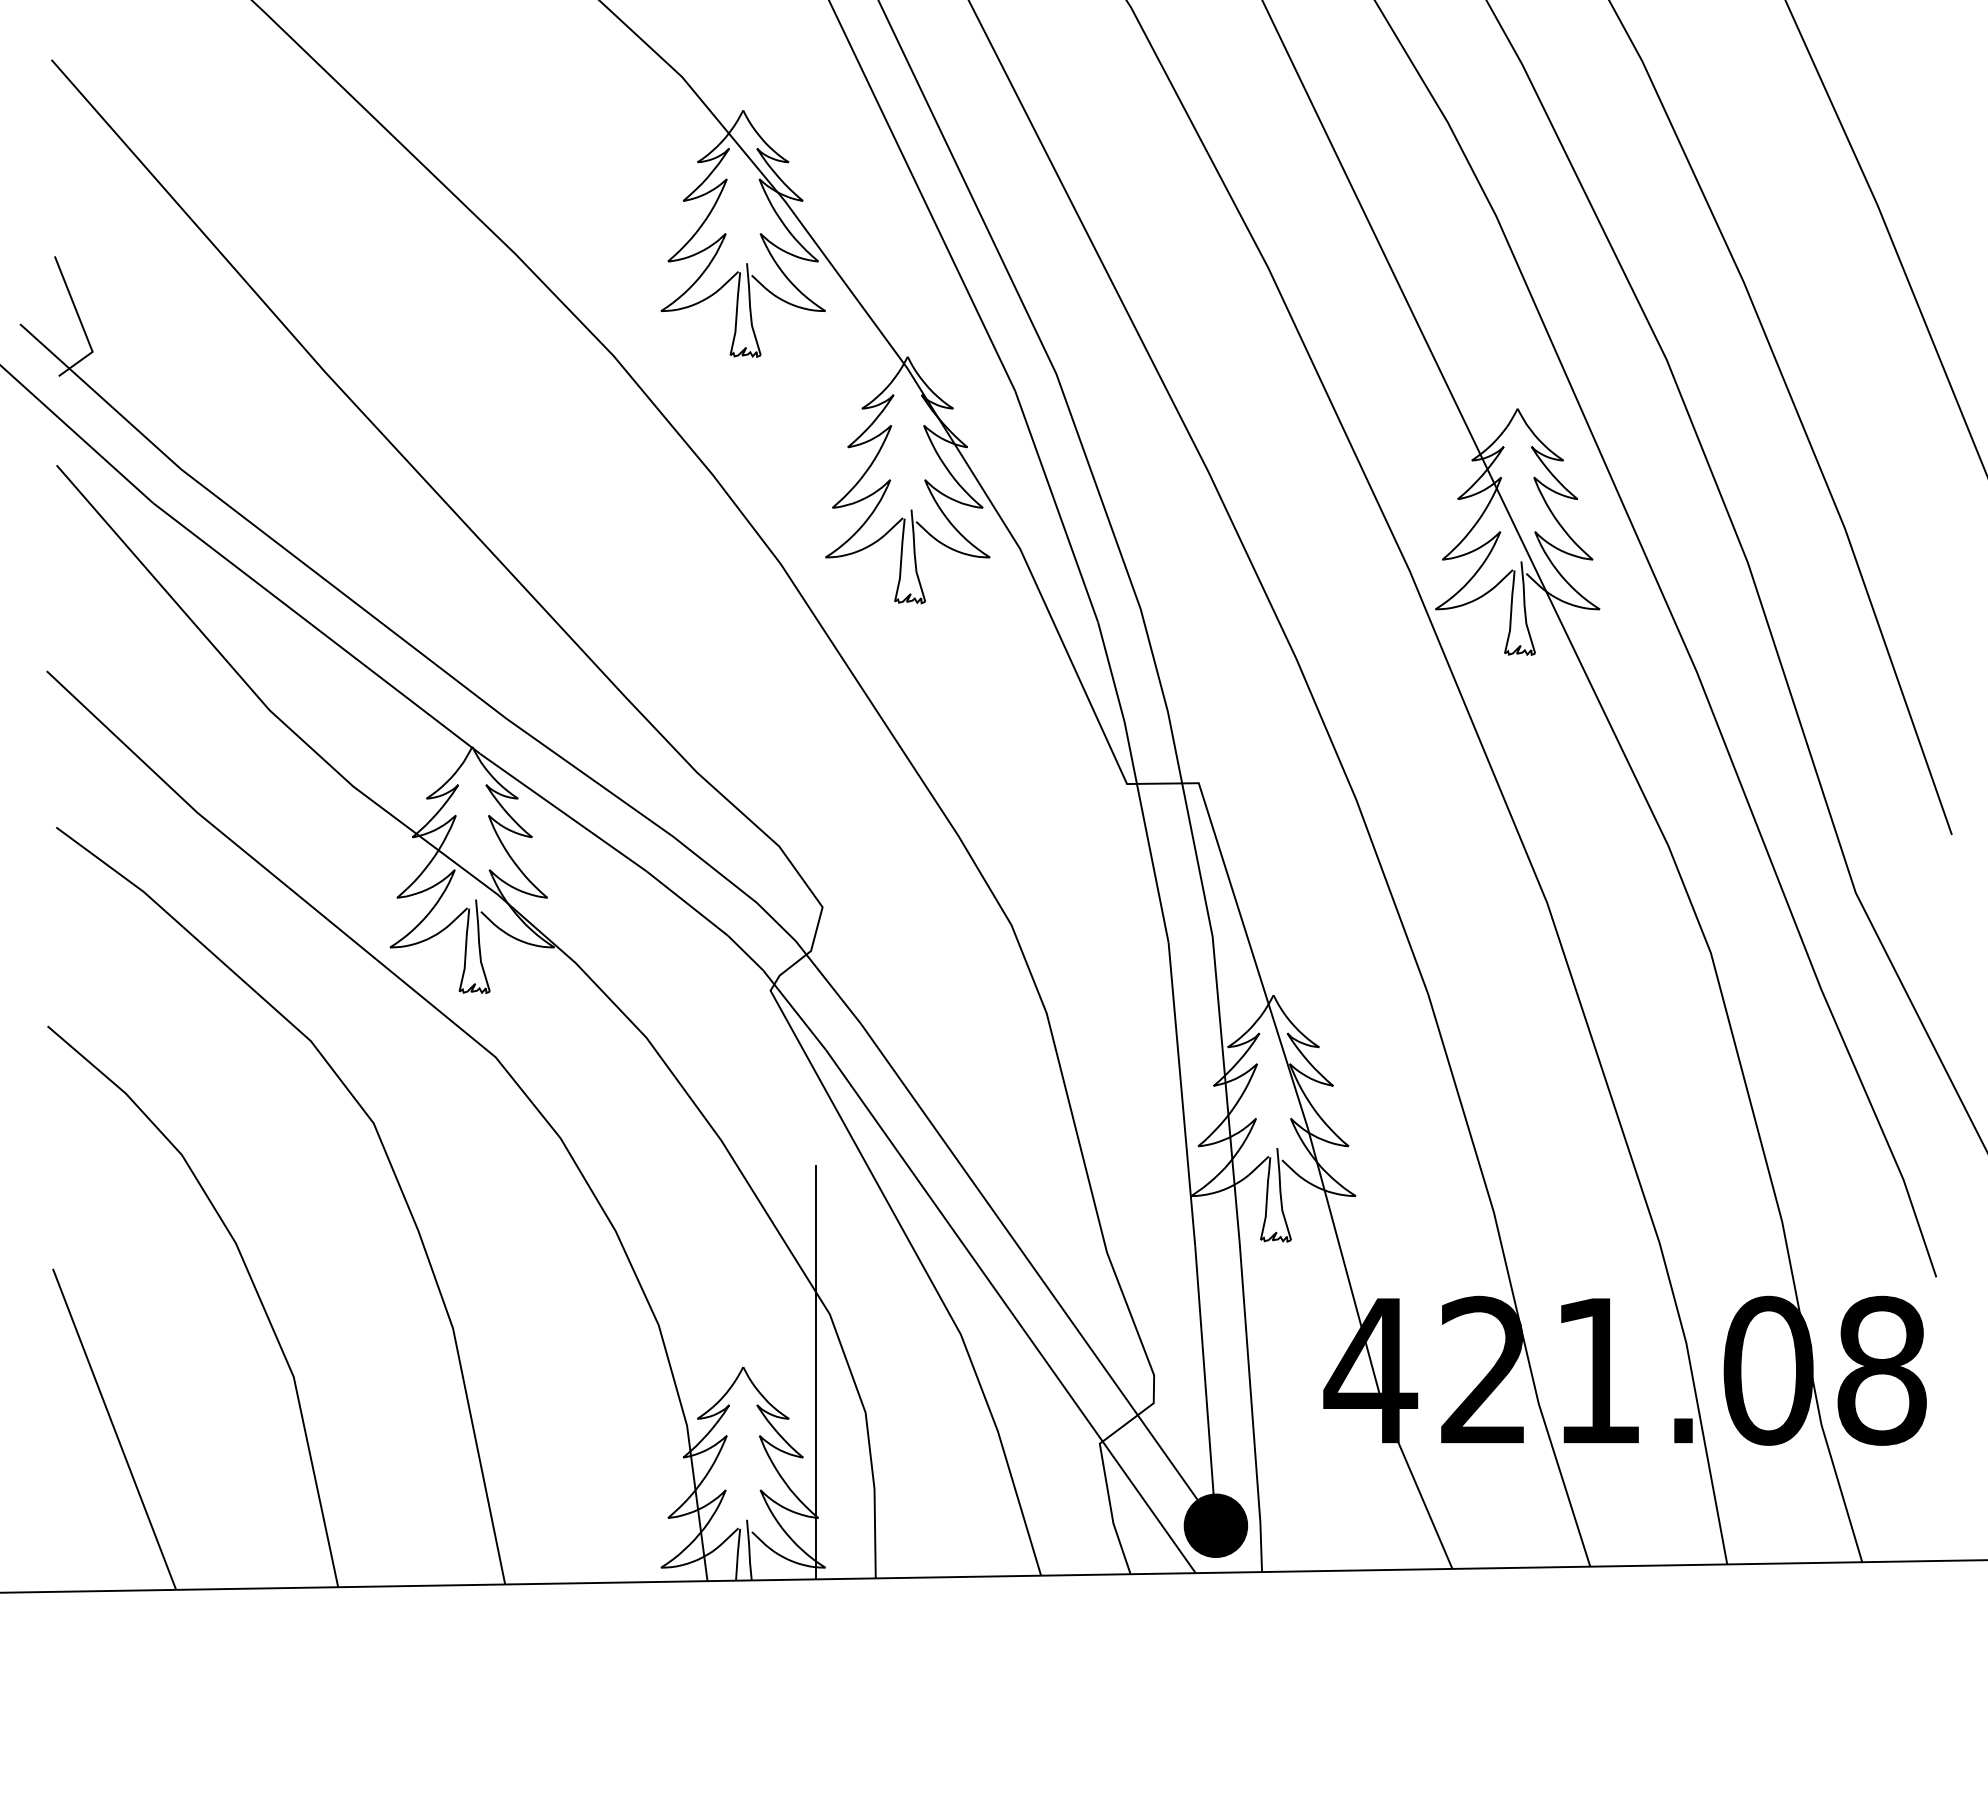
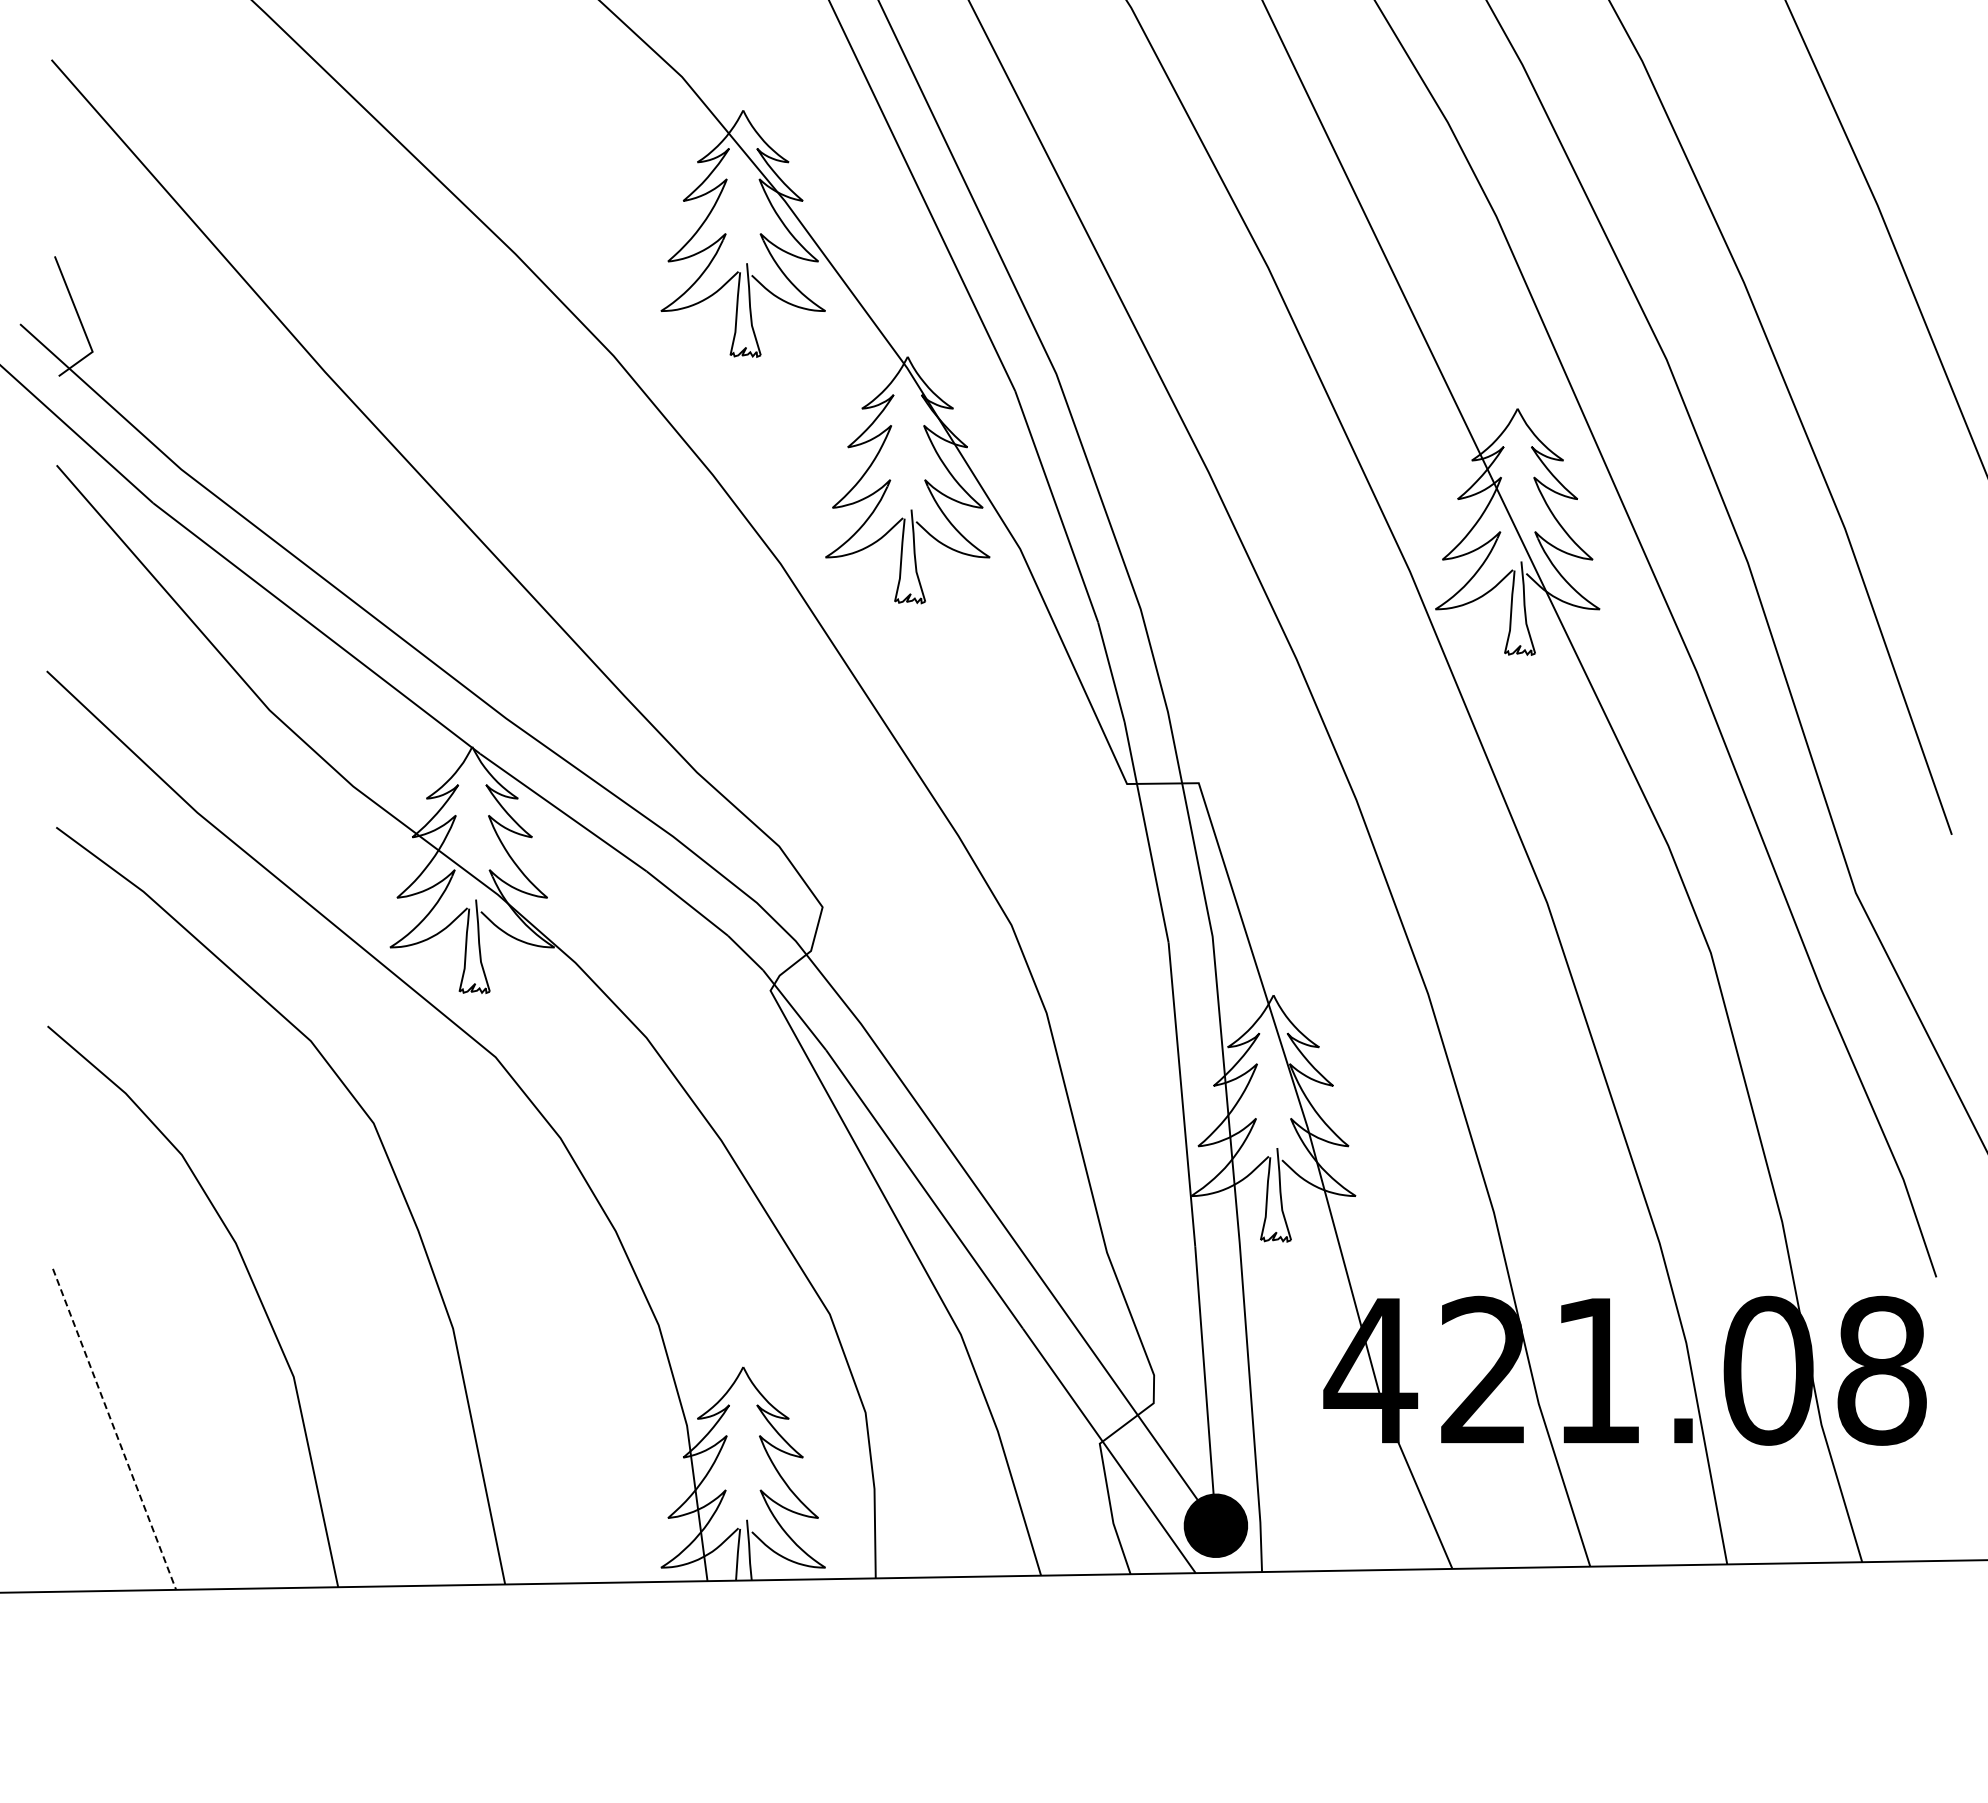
line at (815, 1372): present -> none
line at (114, 1429): solid -> dashed
